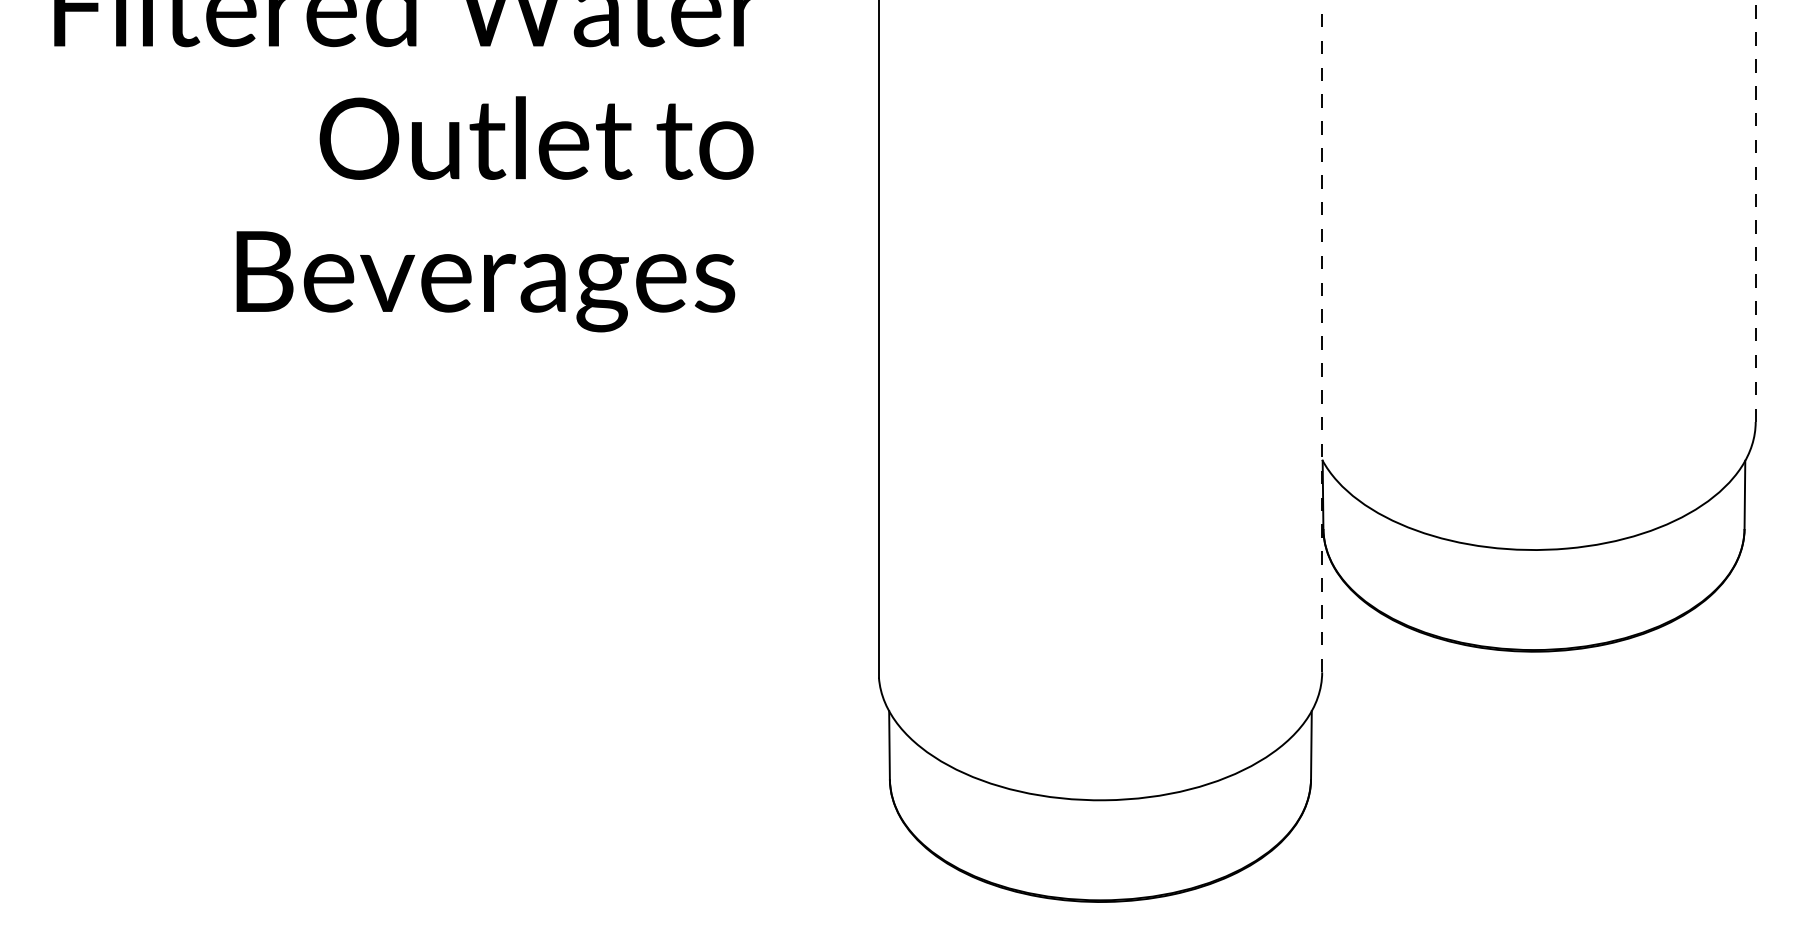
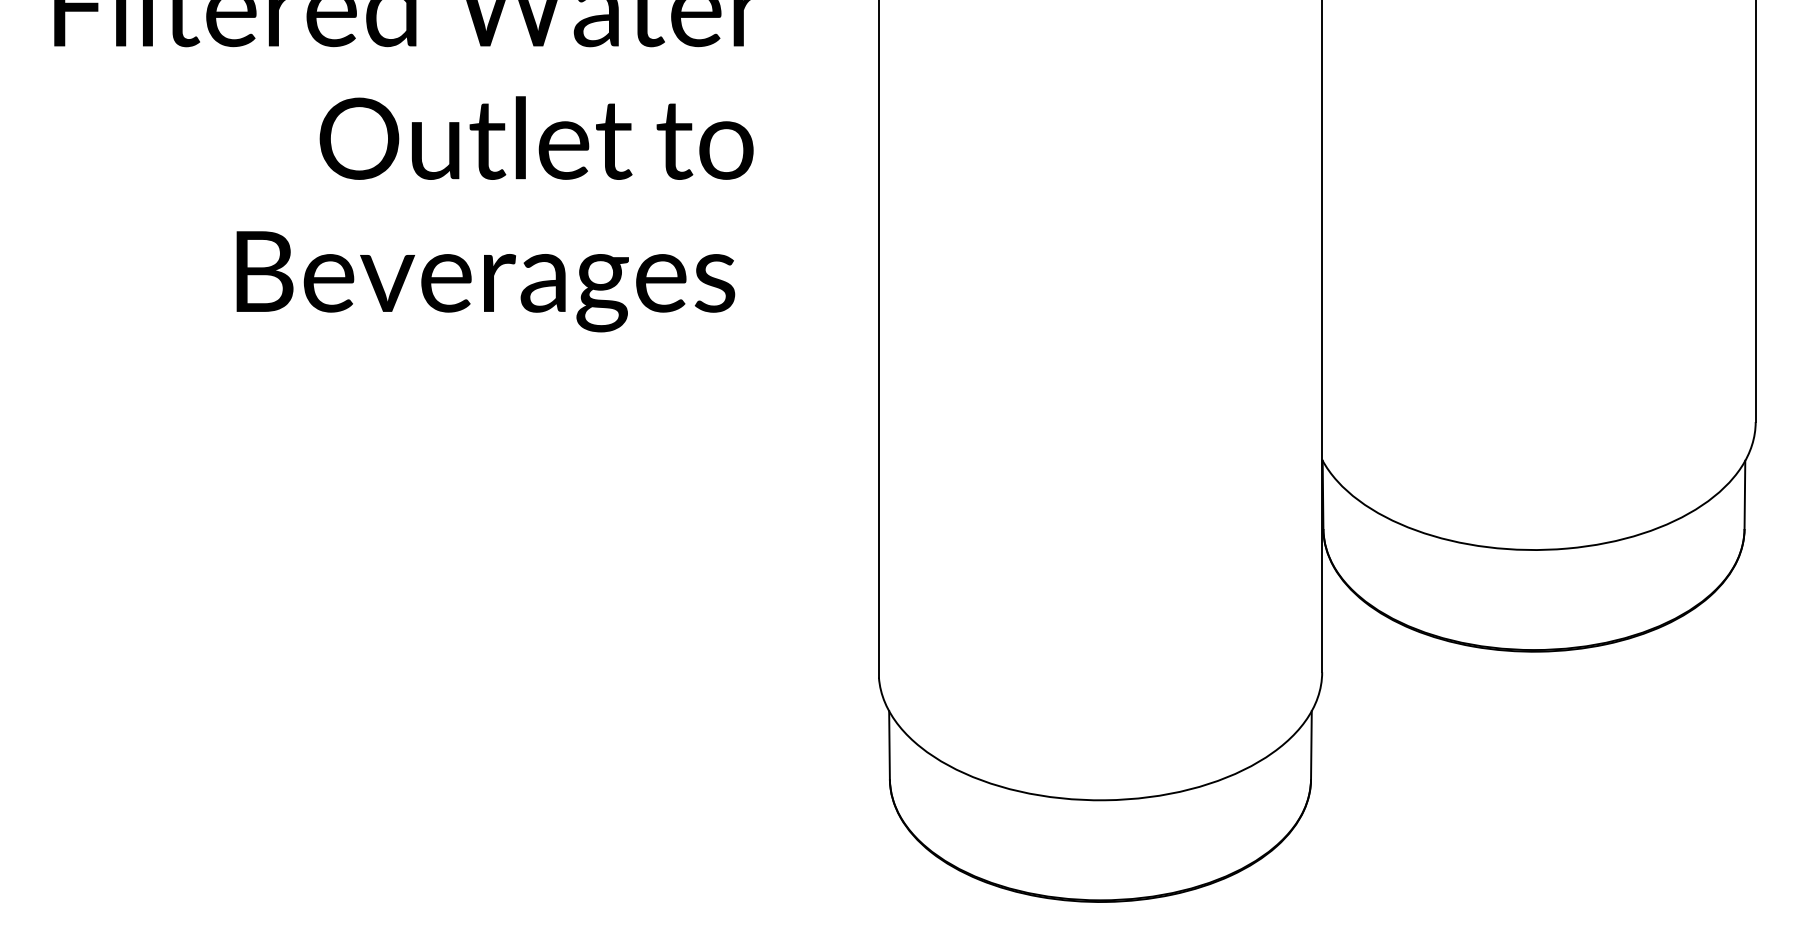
line at (1755, 211): dashed -> solid
line at (1322, 336): dashed -> solid
